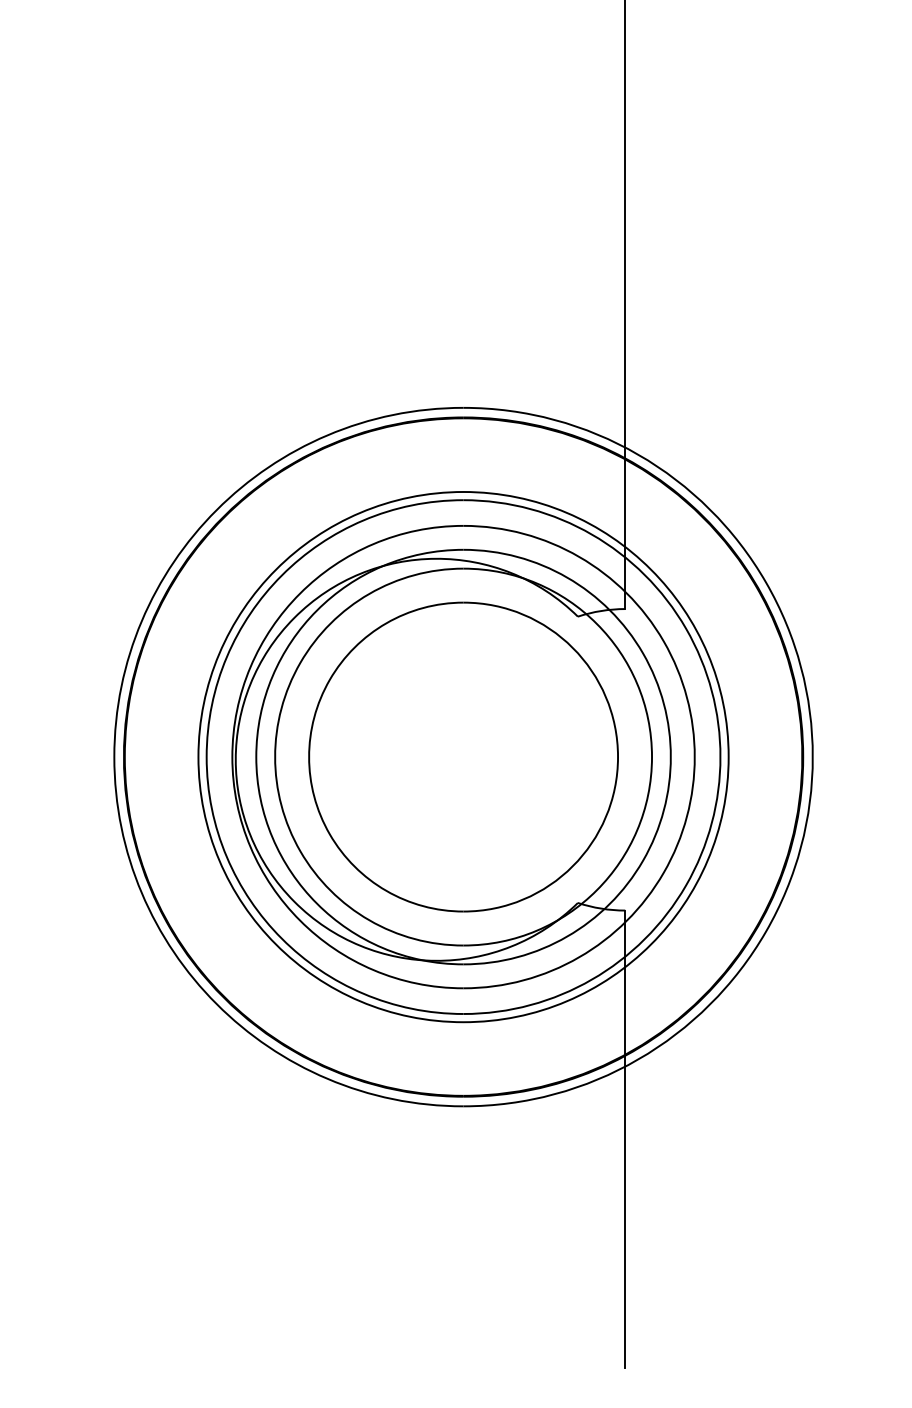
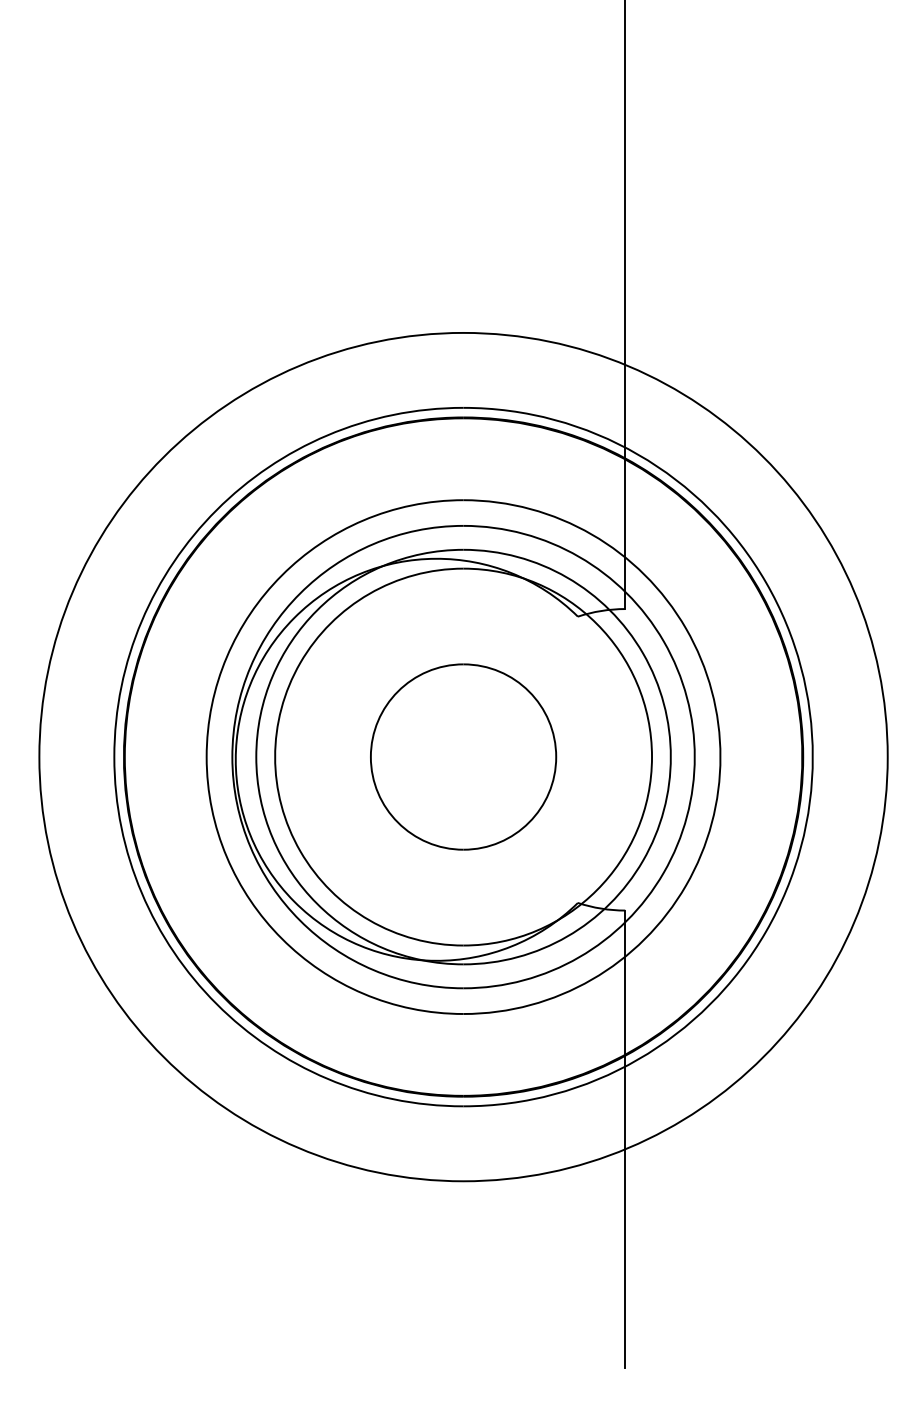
part at (463, 756) size: 311x312 px -> 188x188 px
circle at (463, 757) diameter: 530 px -> 848 px
